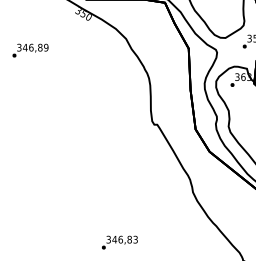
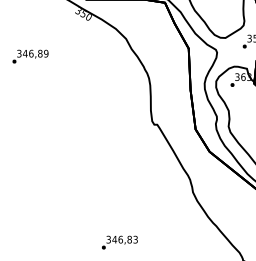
text at (30, 50) position: (30, 50) -> (30, 56)
